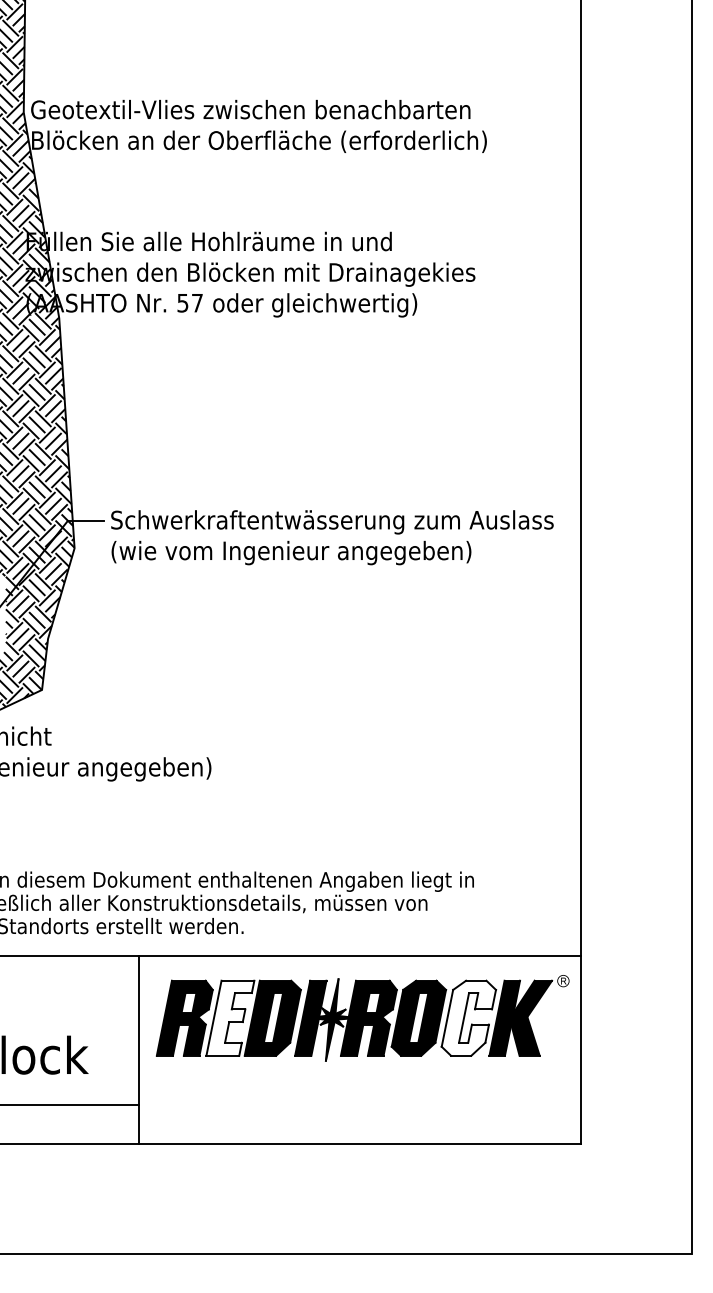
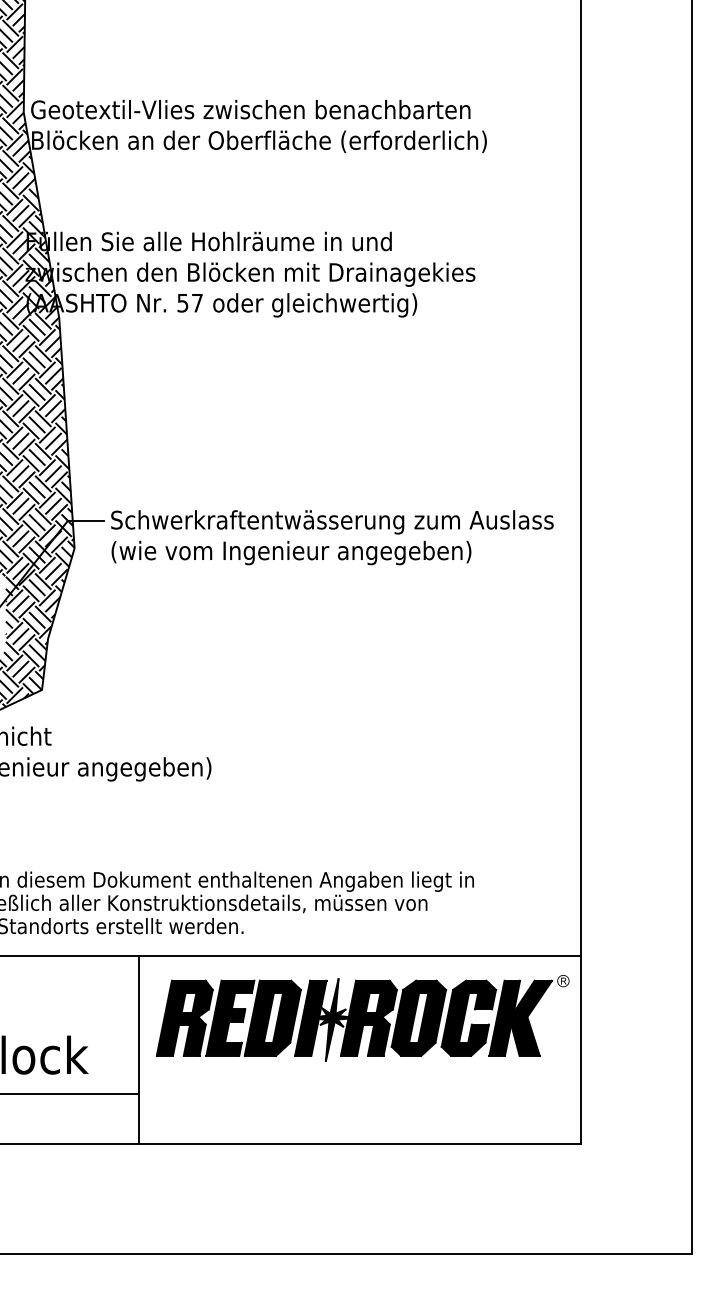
fill at (230, 1017): none -> present
fill at (468, 1017): none -> present
line at (70, 1104) position: (70, 1104) -> (70, 1093)
